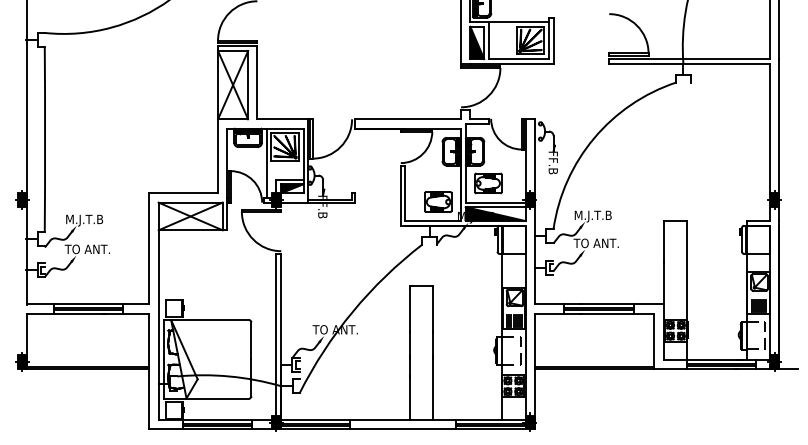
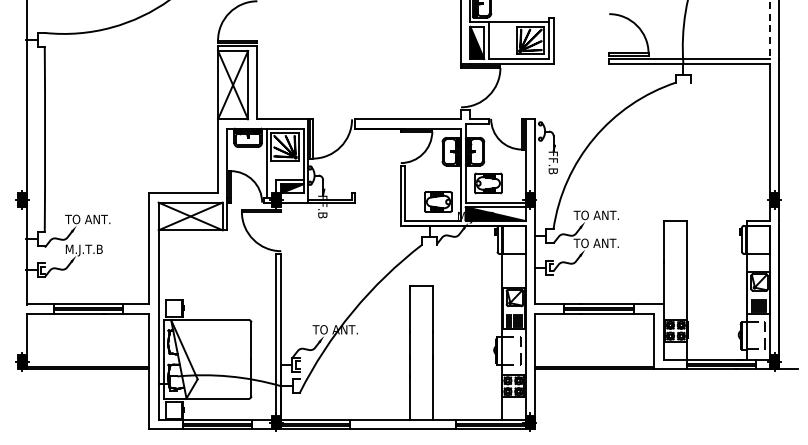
line at (770, 30): solid -> dashed
text at (595, 216): M.J.T.B -> TO ANT.
text at (87, 220): M.J.T.B -> TO ANT.
text at (86, 250): TO ANT. -> M.J.T.B
